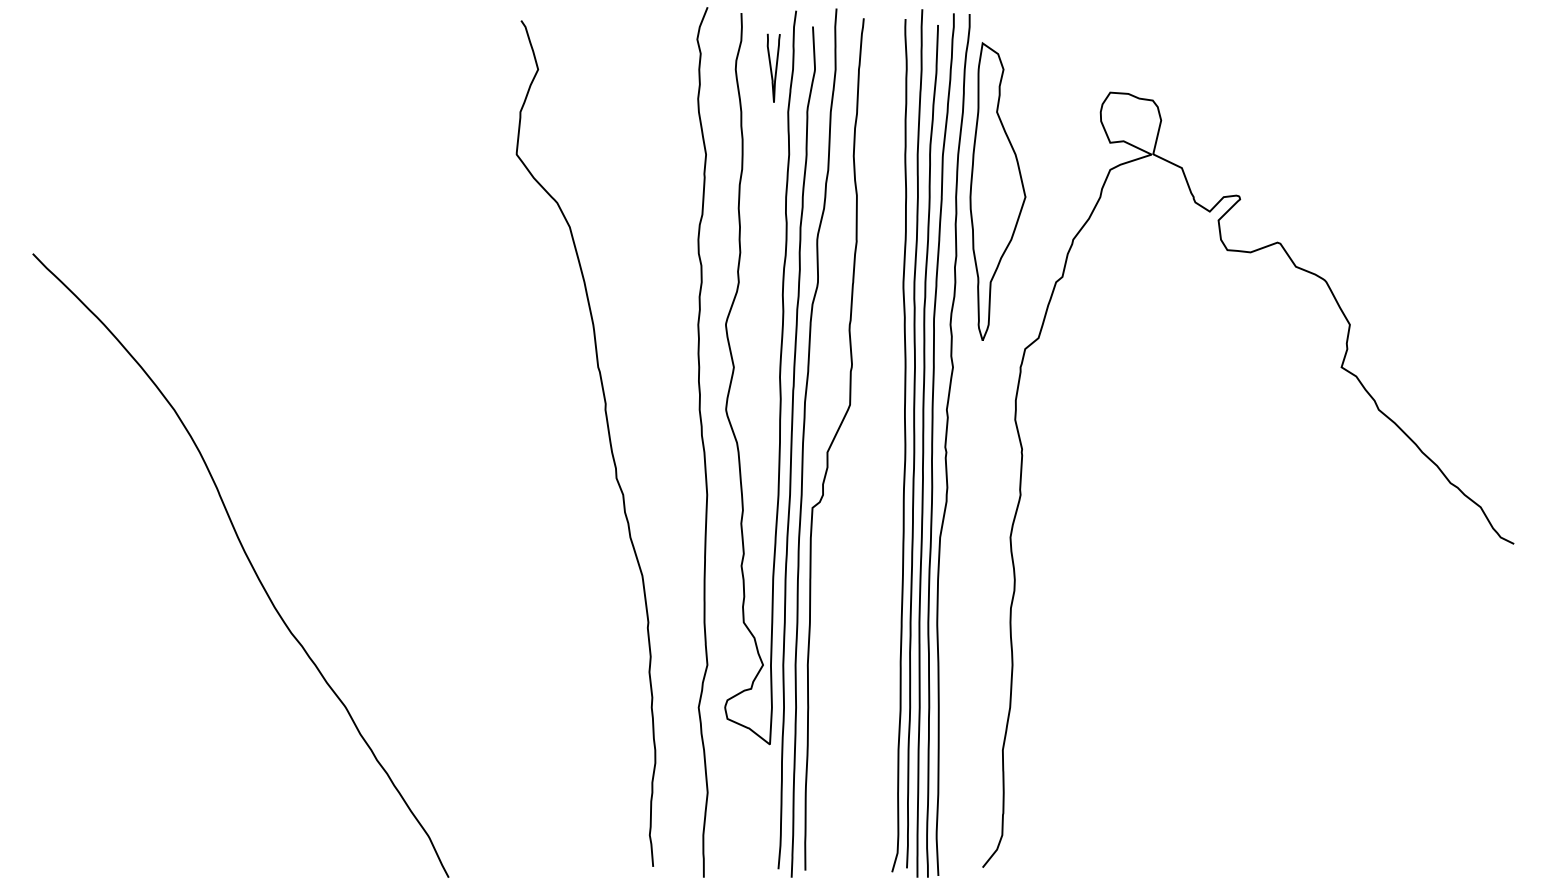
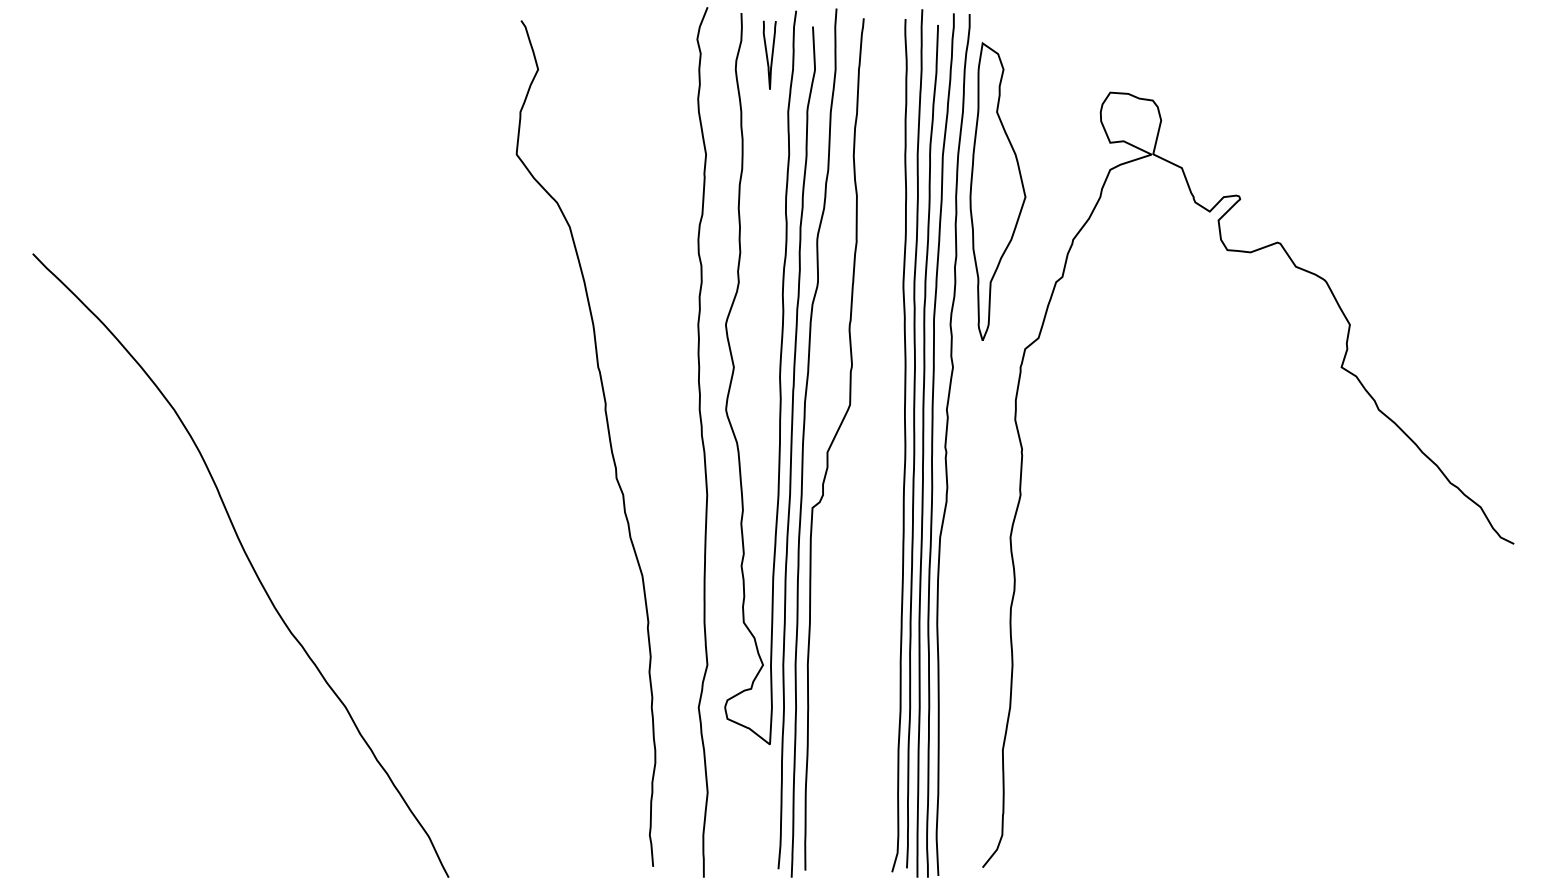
curve at (771, 67) position: (771, 67) -> (767, 54)
